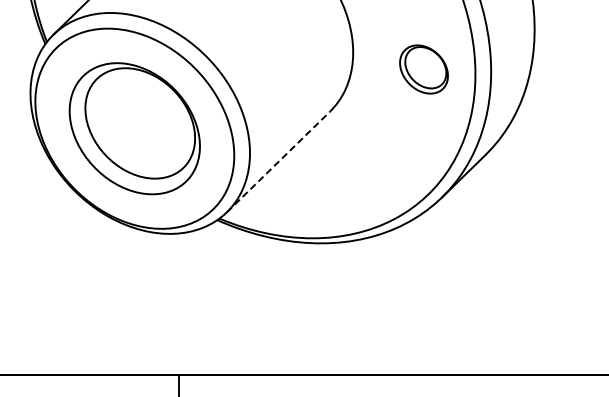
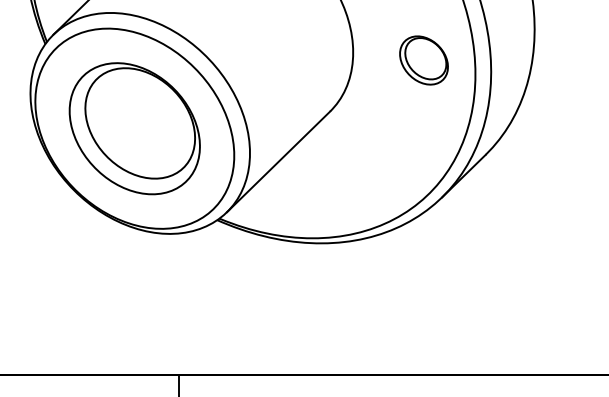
part at (423, 69) position: (423, 69) -> (423, 60)
line at (278, 161): dashed -> solid
